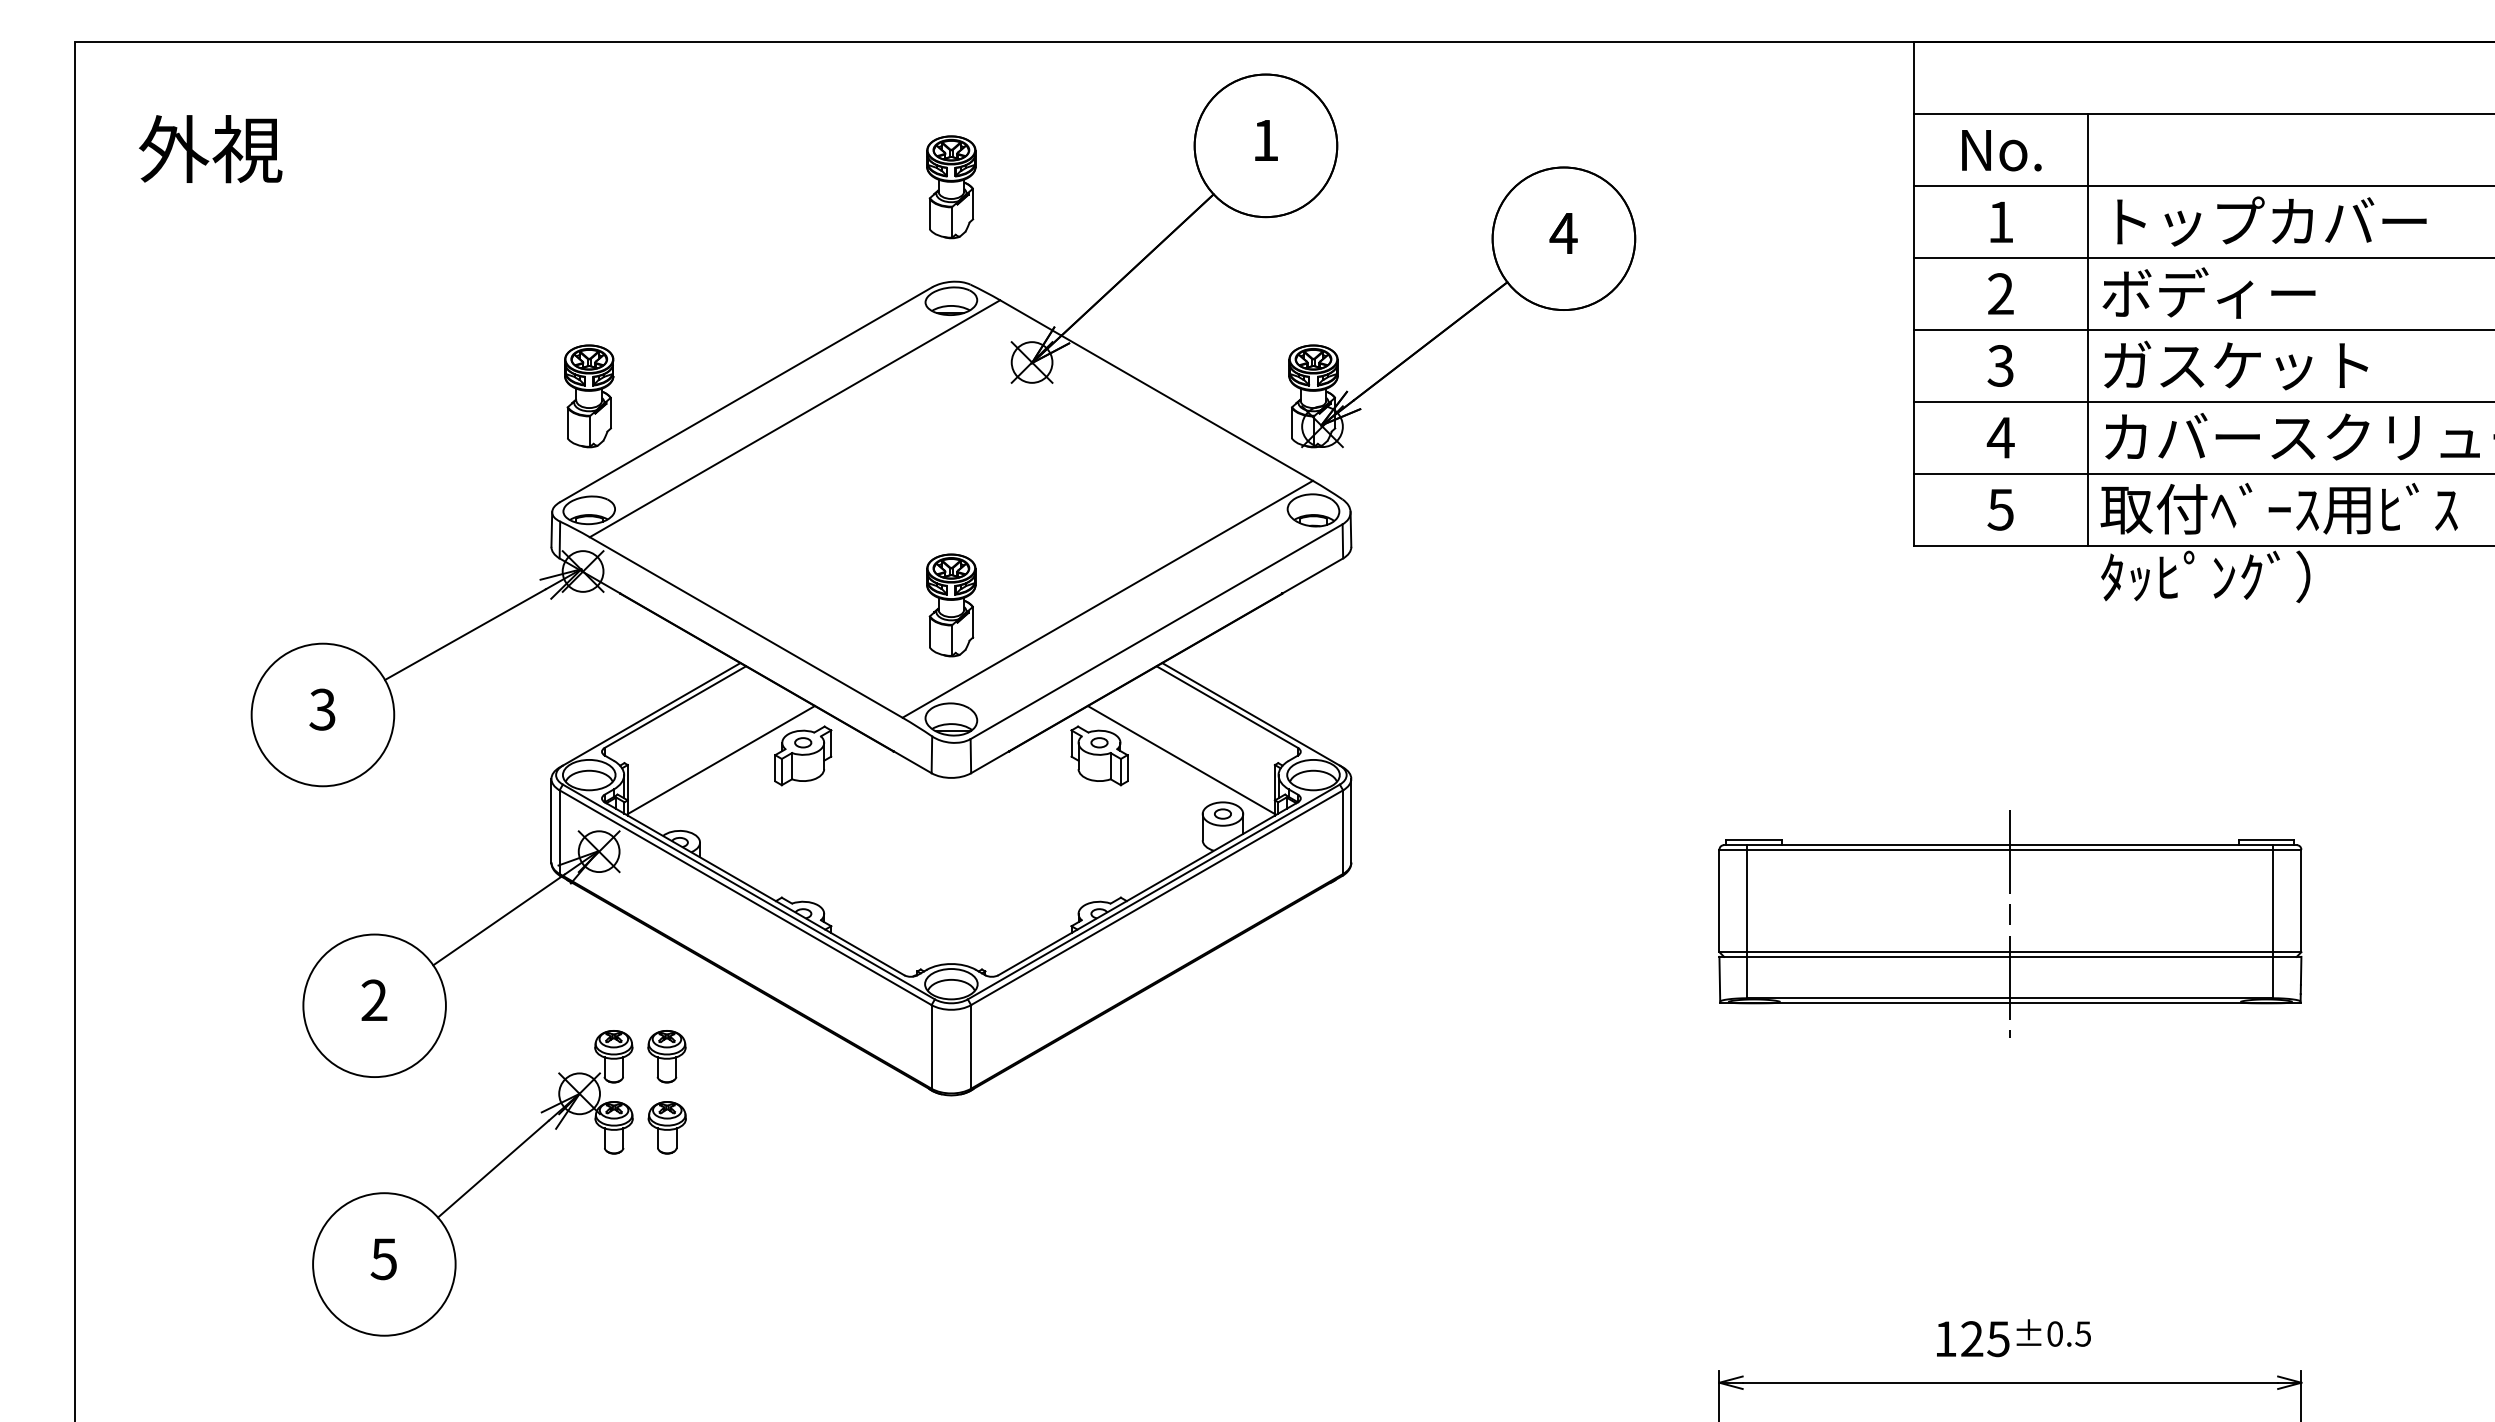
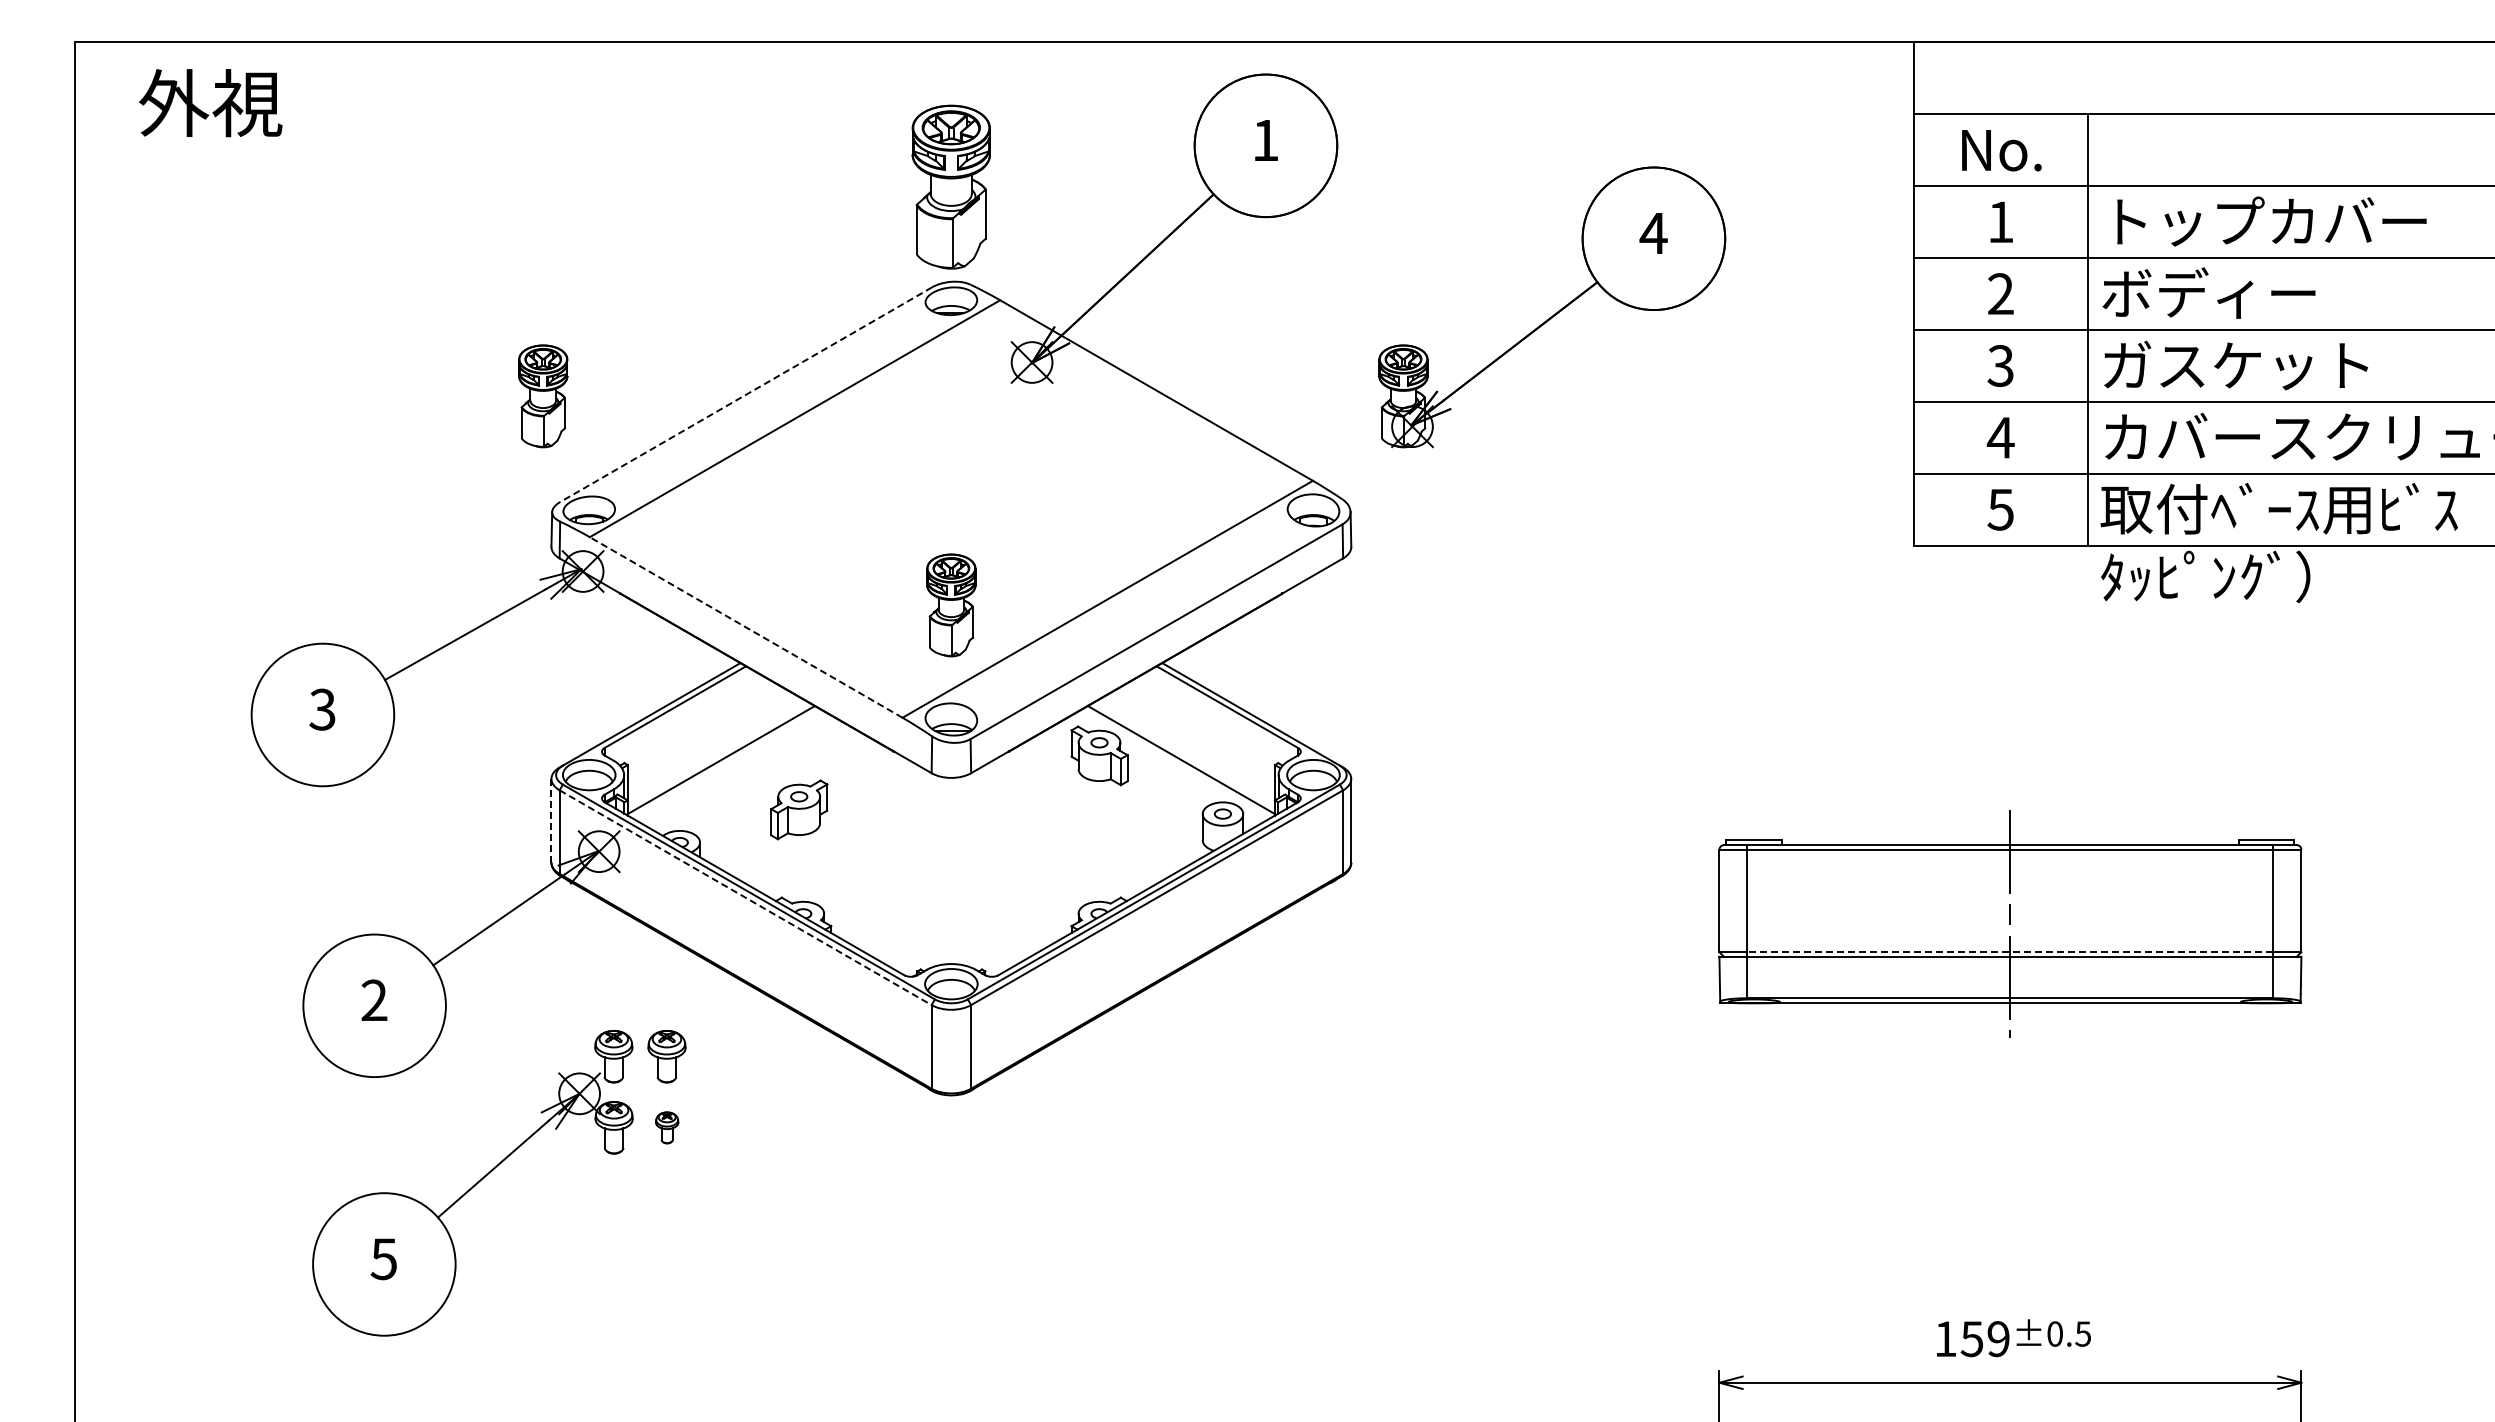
text at (210, 149) position: (210, 149) -> (210, 103)
part at (951, 187) size: 51x105 px -> 80x166 px
part at (1464, 313) position: (1464, 313) -> (1554, 313)
line at (746, 394): solid -> dashed
part at (589, 396) position: (589, 396) -> (543, 396)
line at (746, 627): solid -> dashed
part at (803, 755) position: (803, 755) -> (799, 809)
line at (551, 820): solid -> dashed
line at (745, 897): solid -> dashed
line at (2009, 952): solid -> dashed
part at (666, 1127) size: 40x54 px -> 25x34 px
text at (1984, 1339): 125 -> 159
